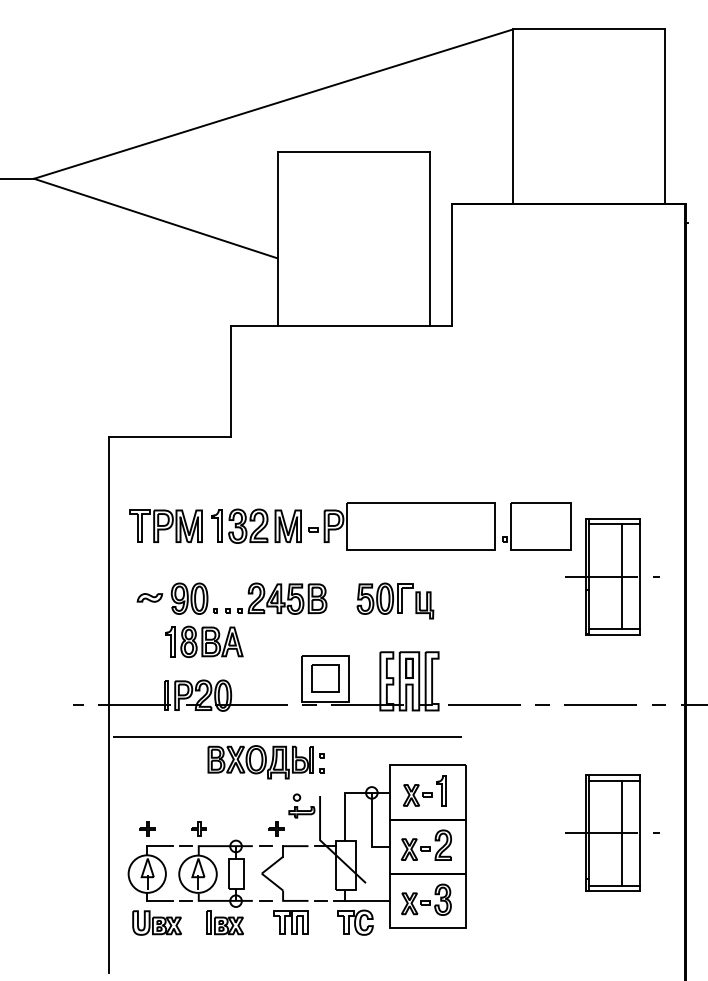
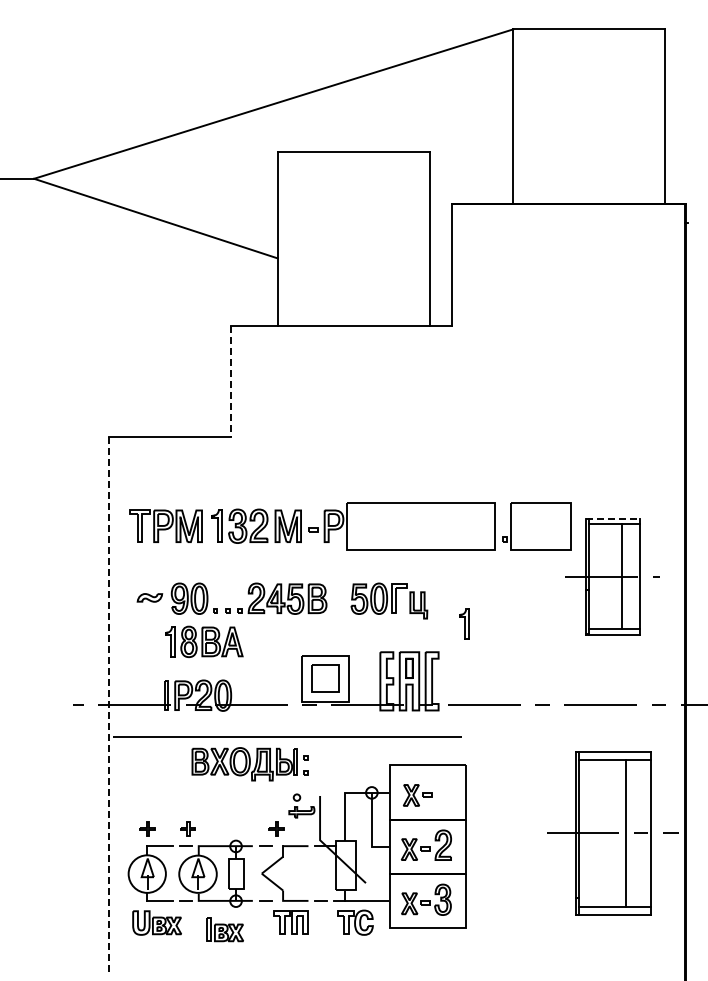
line at (230, 382): solid -> dashed
line at (612, 518): solid -> dashed
part at (395, 600) position: (395, 600) -> (389, 600)
line at (108, 705): solid -> dashed
part at (265, 762) position: (265, 762) -> (249, 764)
part at (441, 790) position: (441, 790) -> (464, 623)
part at (198, 828) position: (198, 828) -> (187, 828)
part at (612, 832) size: 95x118 px -> 132x165 px
part at (224, 922) position: (224, 922) -> (224, 929)
